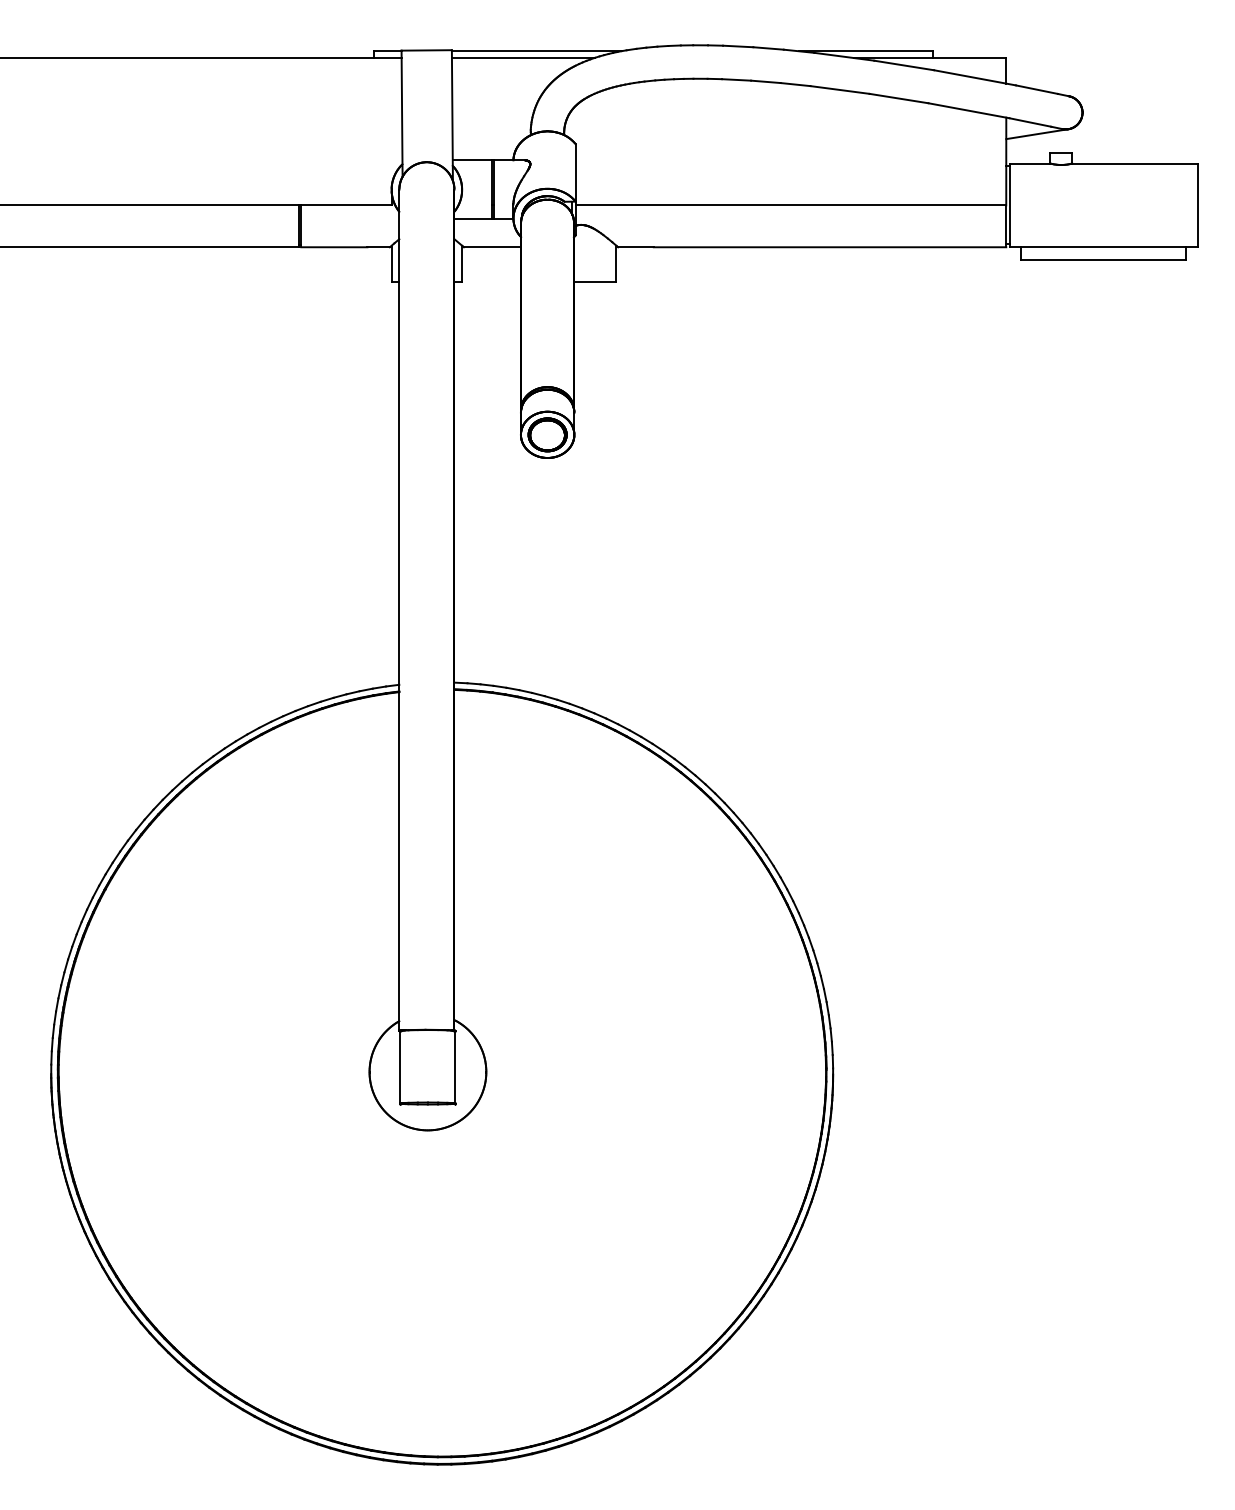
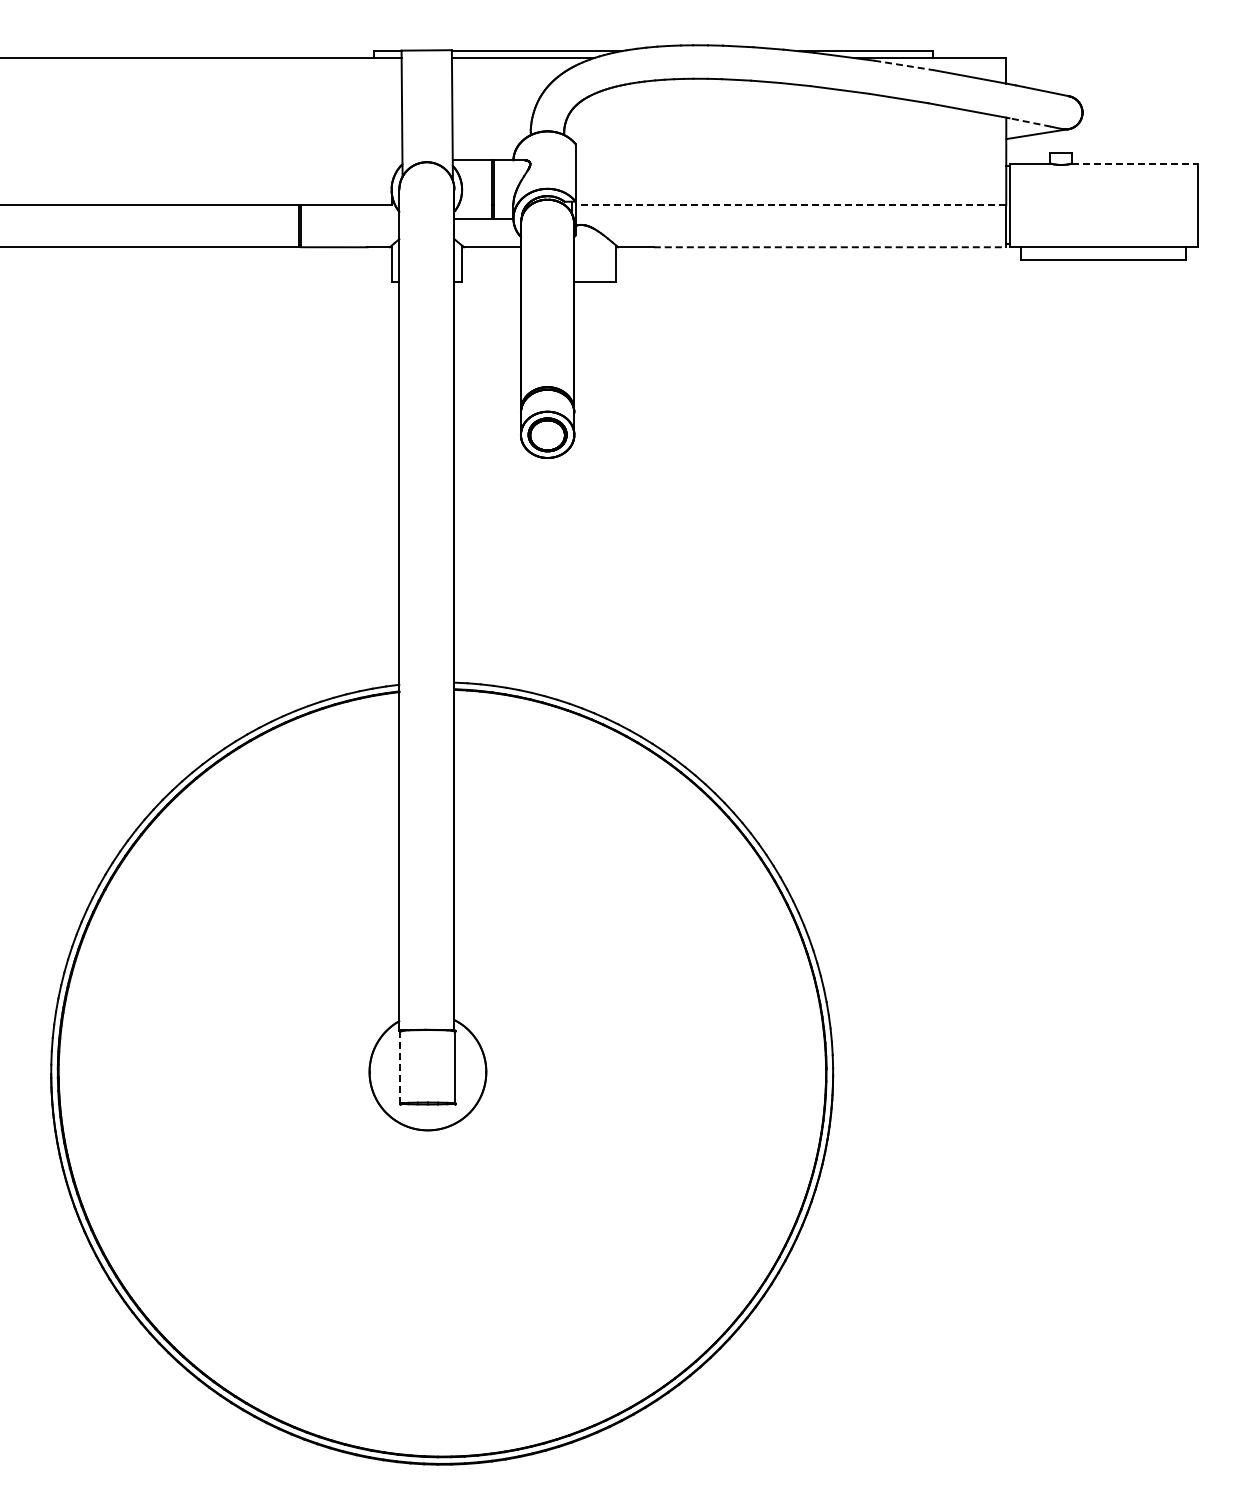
line at (904, 65): solid -> dashed
line at (1029, 122): solid -> dashed
line at (1135, 163): solid -> dashed
line at (790, 205): solid -> dashed
line at (830, 247): solid -> dashed
line at (400, 1067): solid -> dashed
